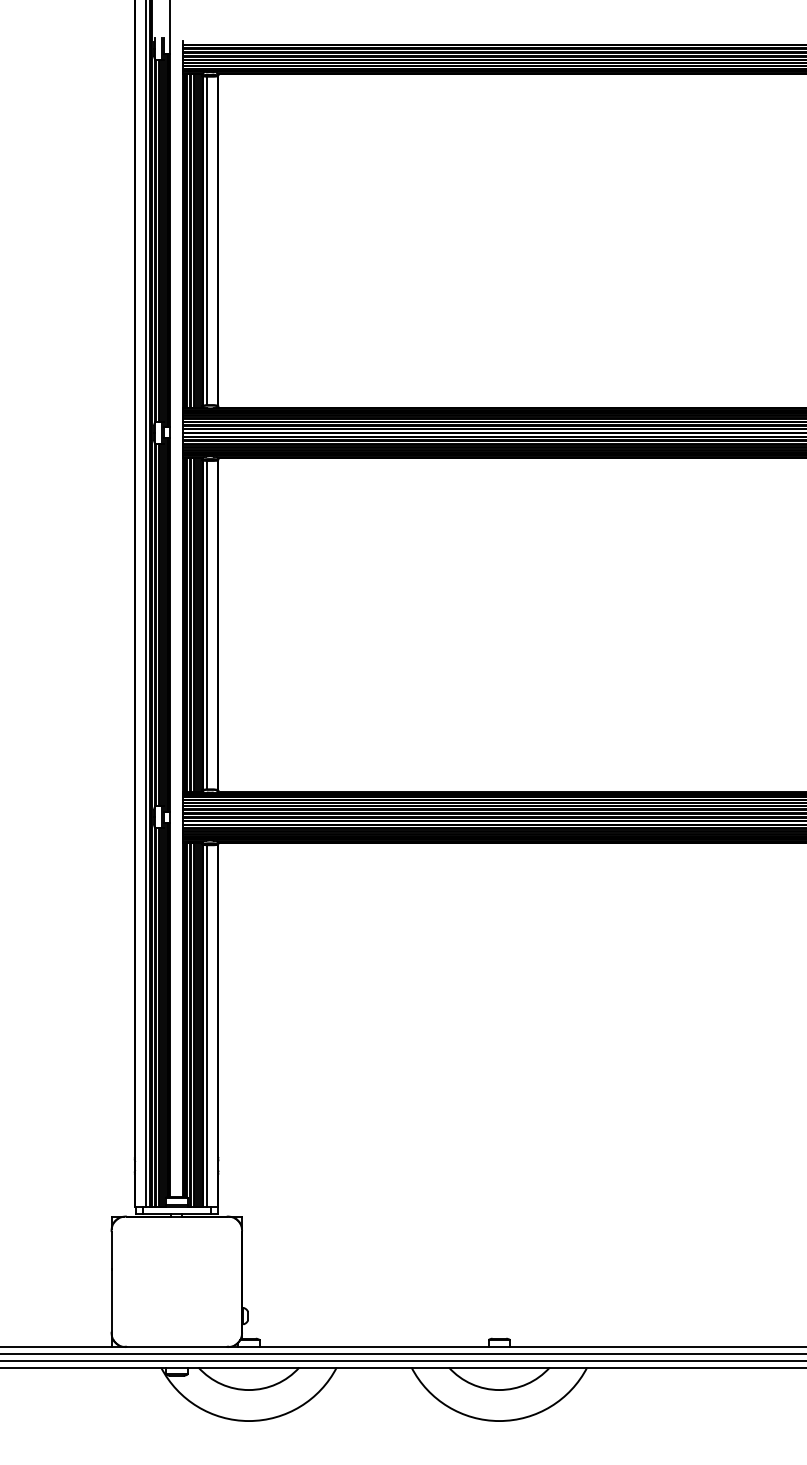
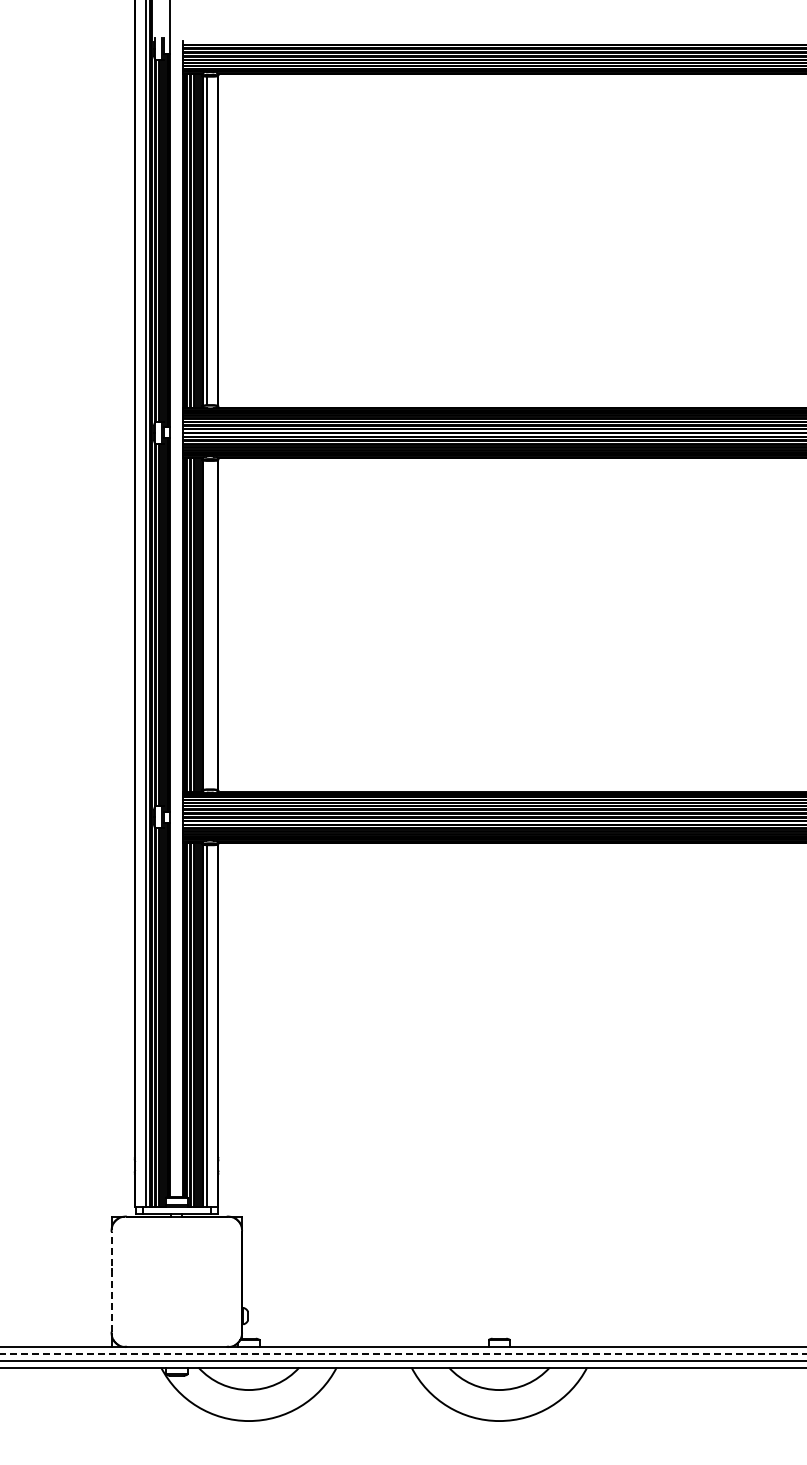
line at (206, 624): present -> none
line at (111, 1281): solid -> dashed
line at (403, 1353): solid -> dashed
